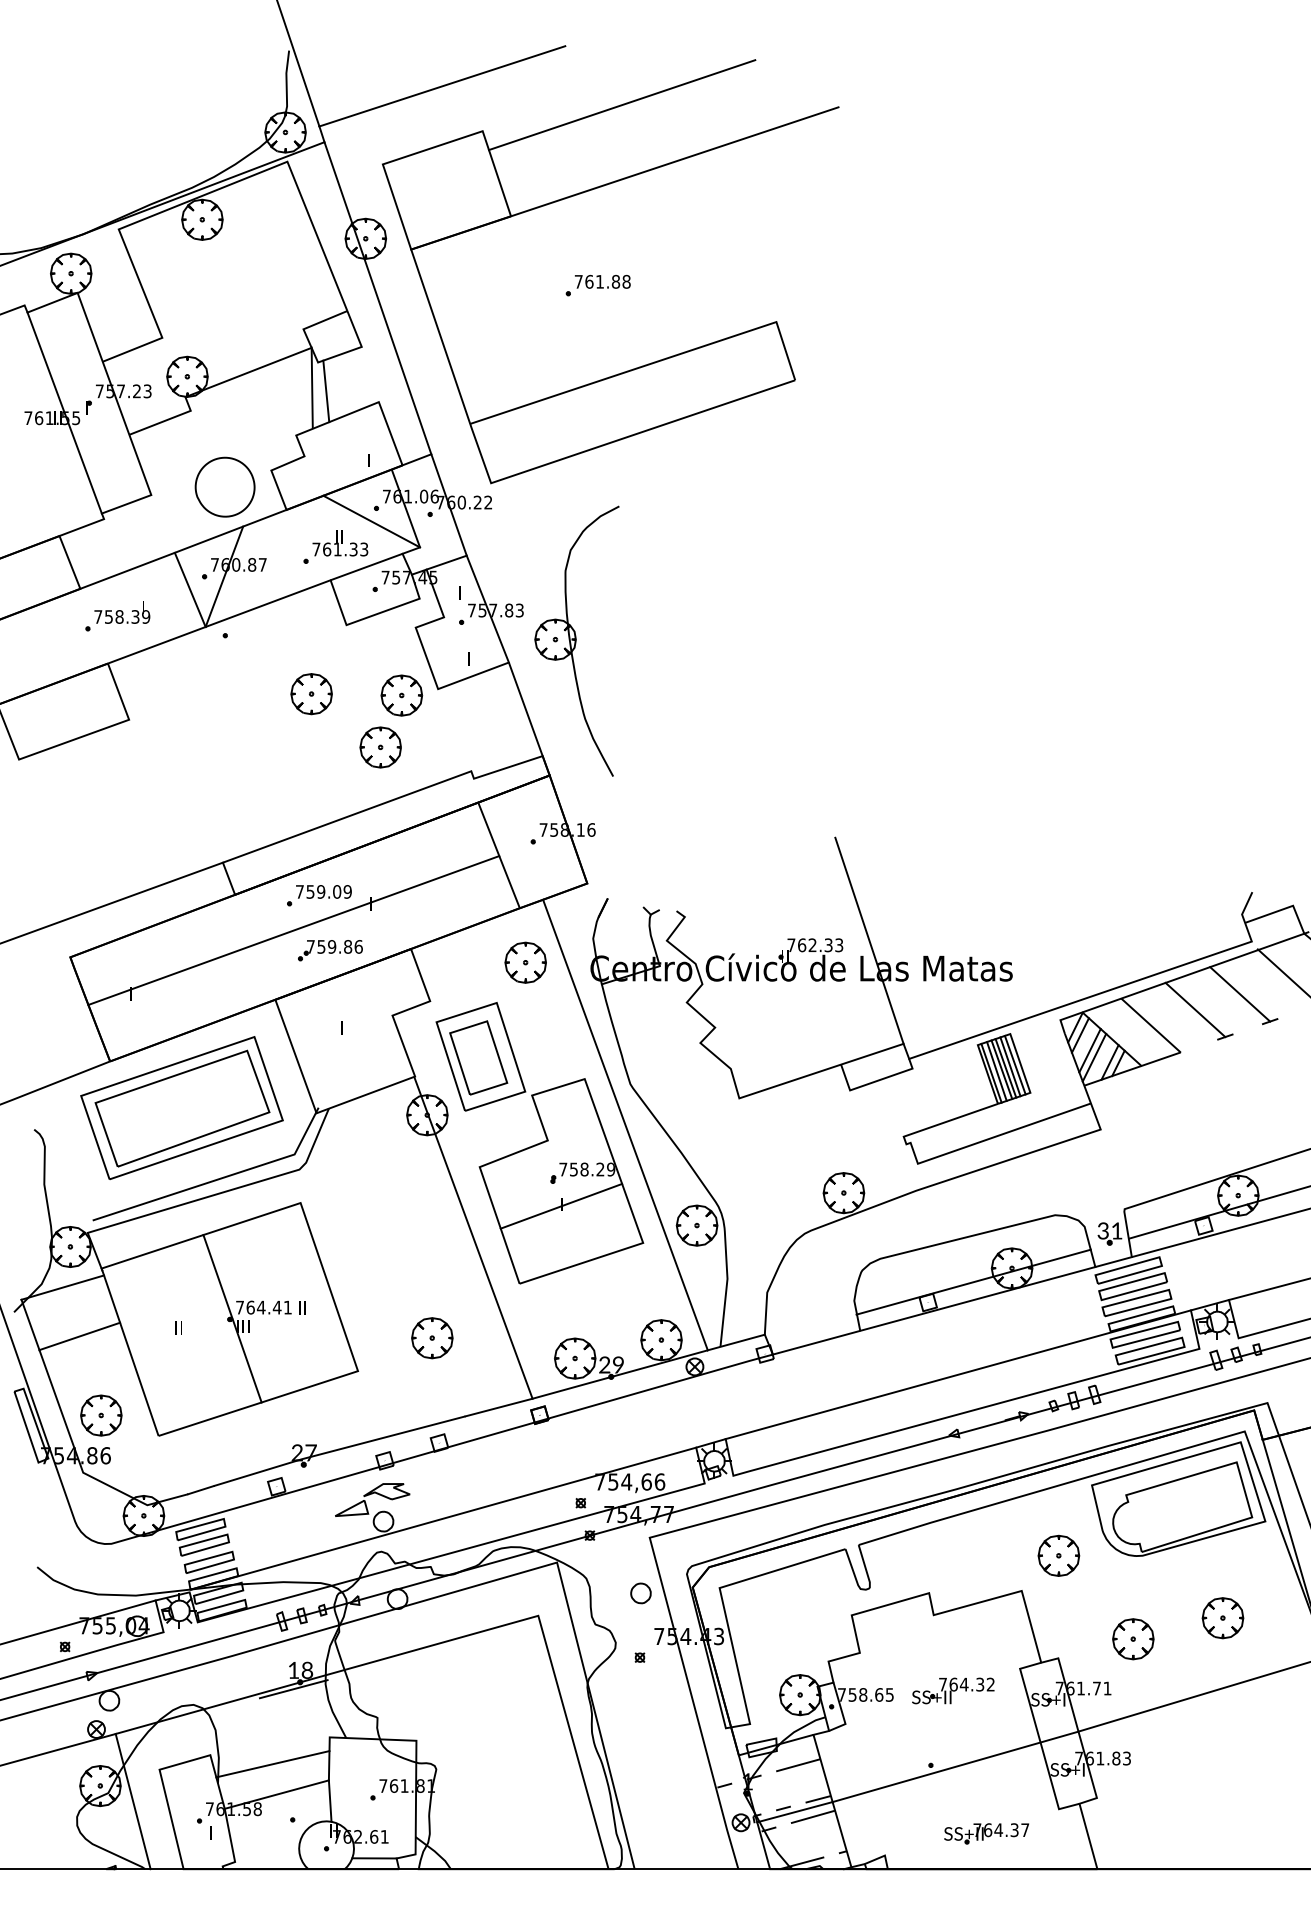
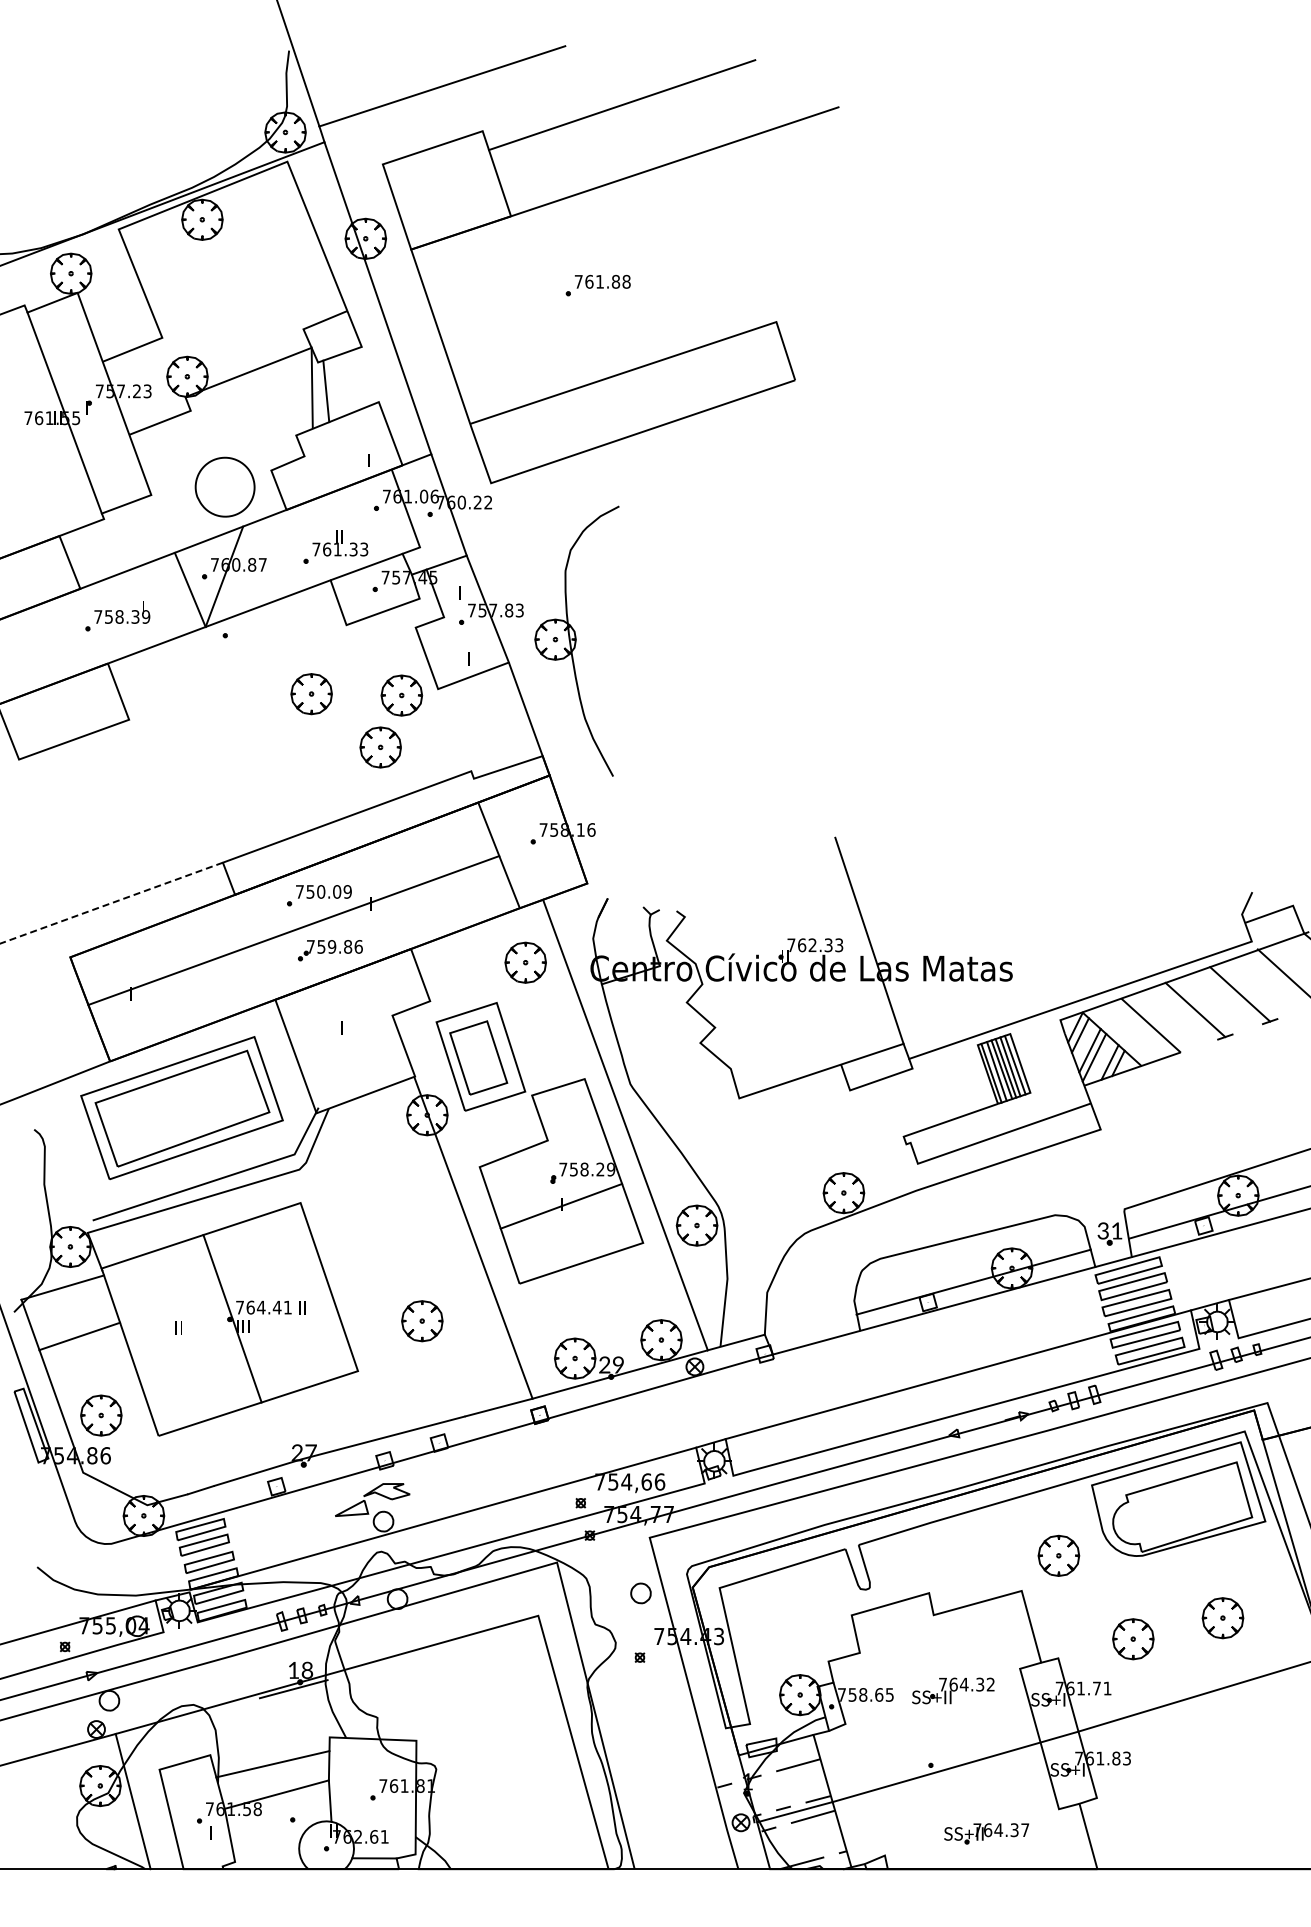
line at (371, 521): present -> none
text at (321, 891): 759.09 -> 750.09
line at (111, 903): solid -> dashed
part at (432, 1338) position: (432, 1338) -> (422, 1321)
